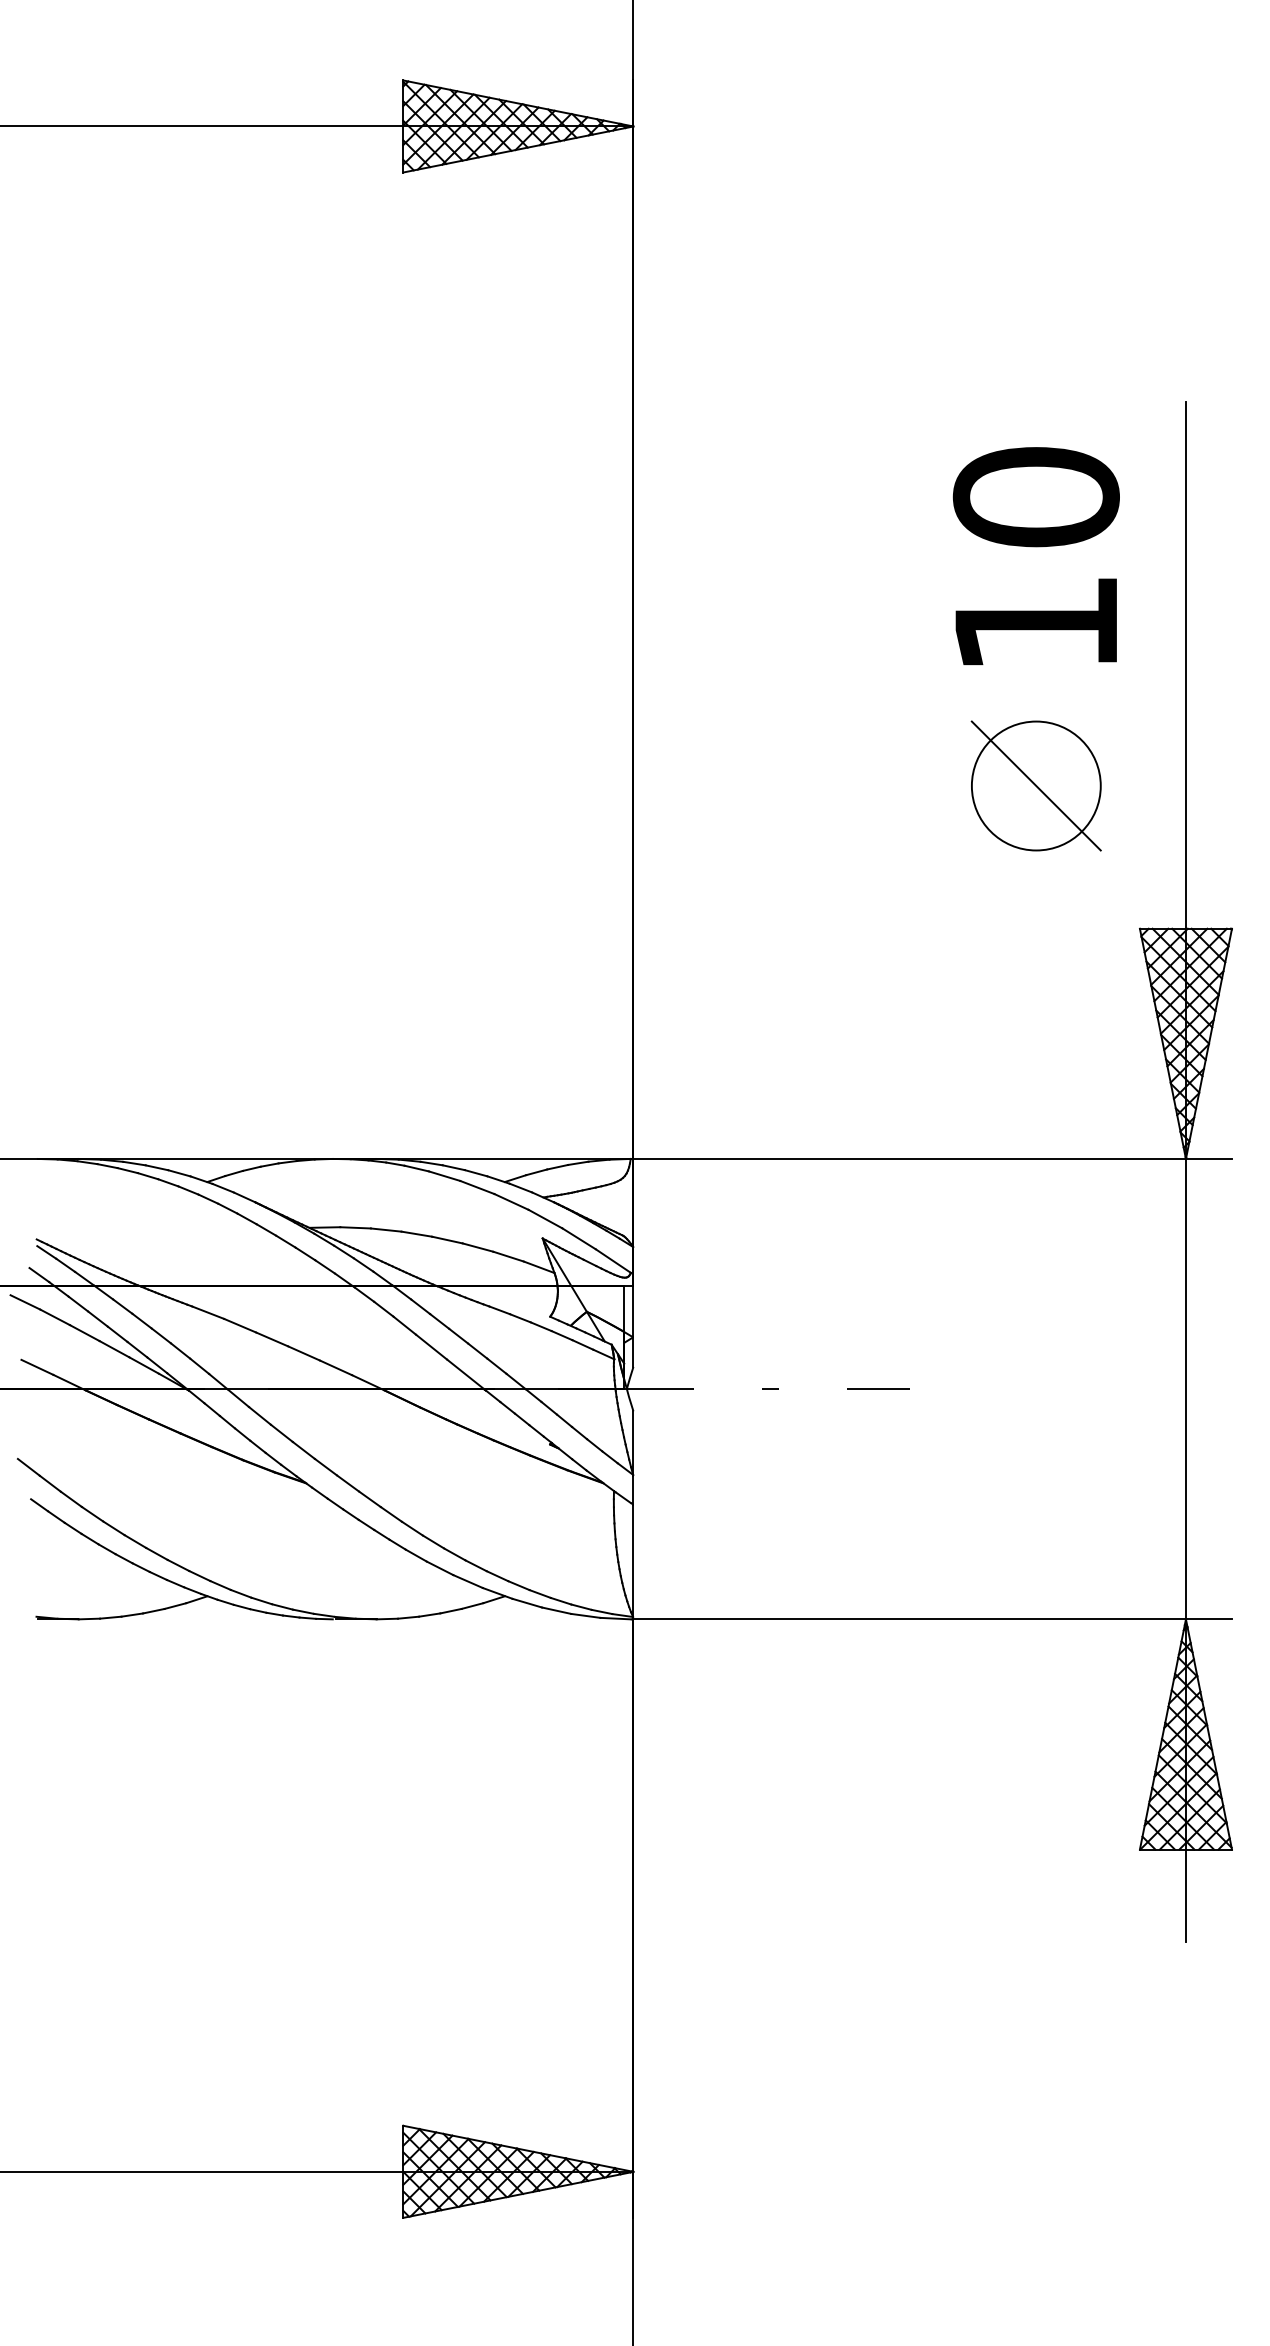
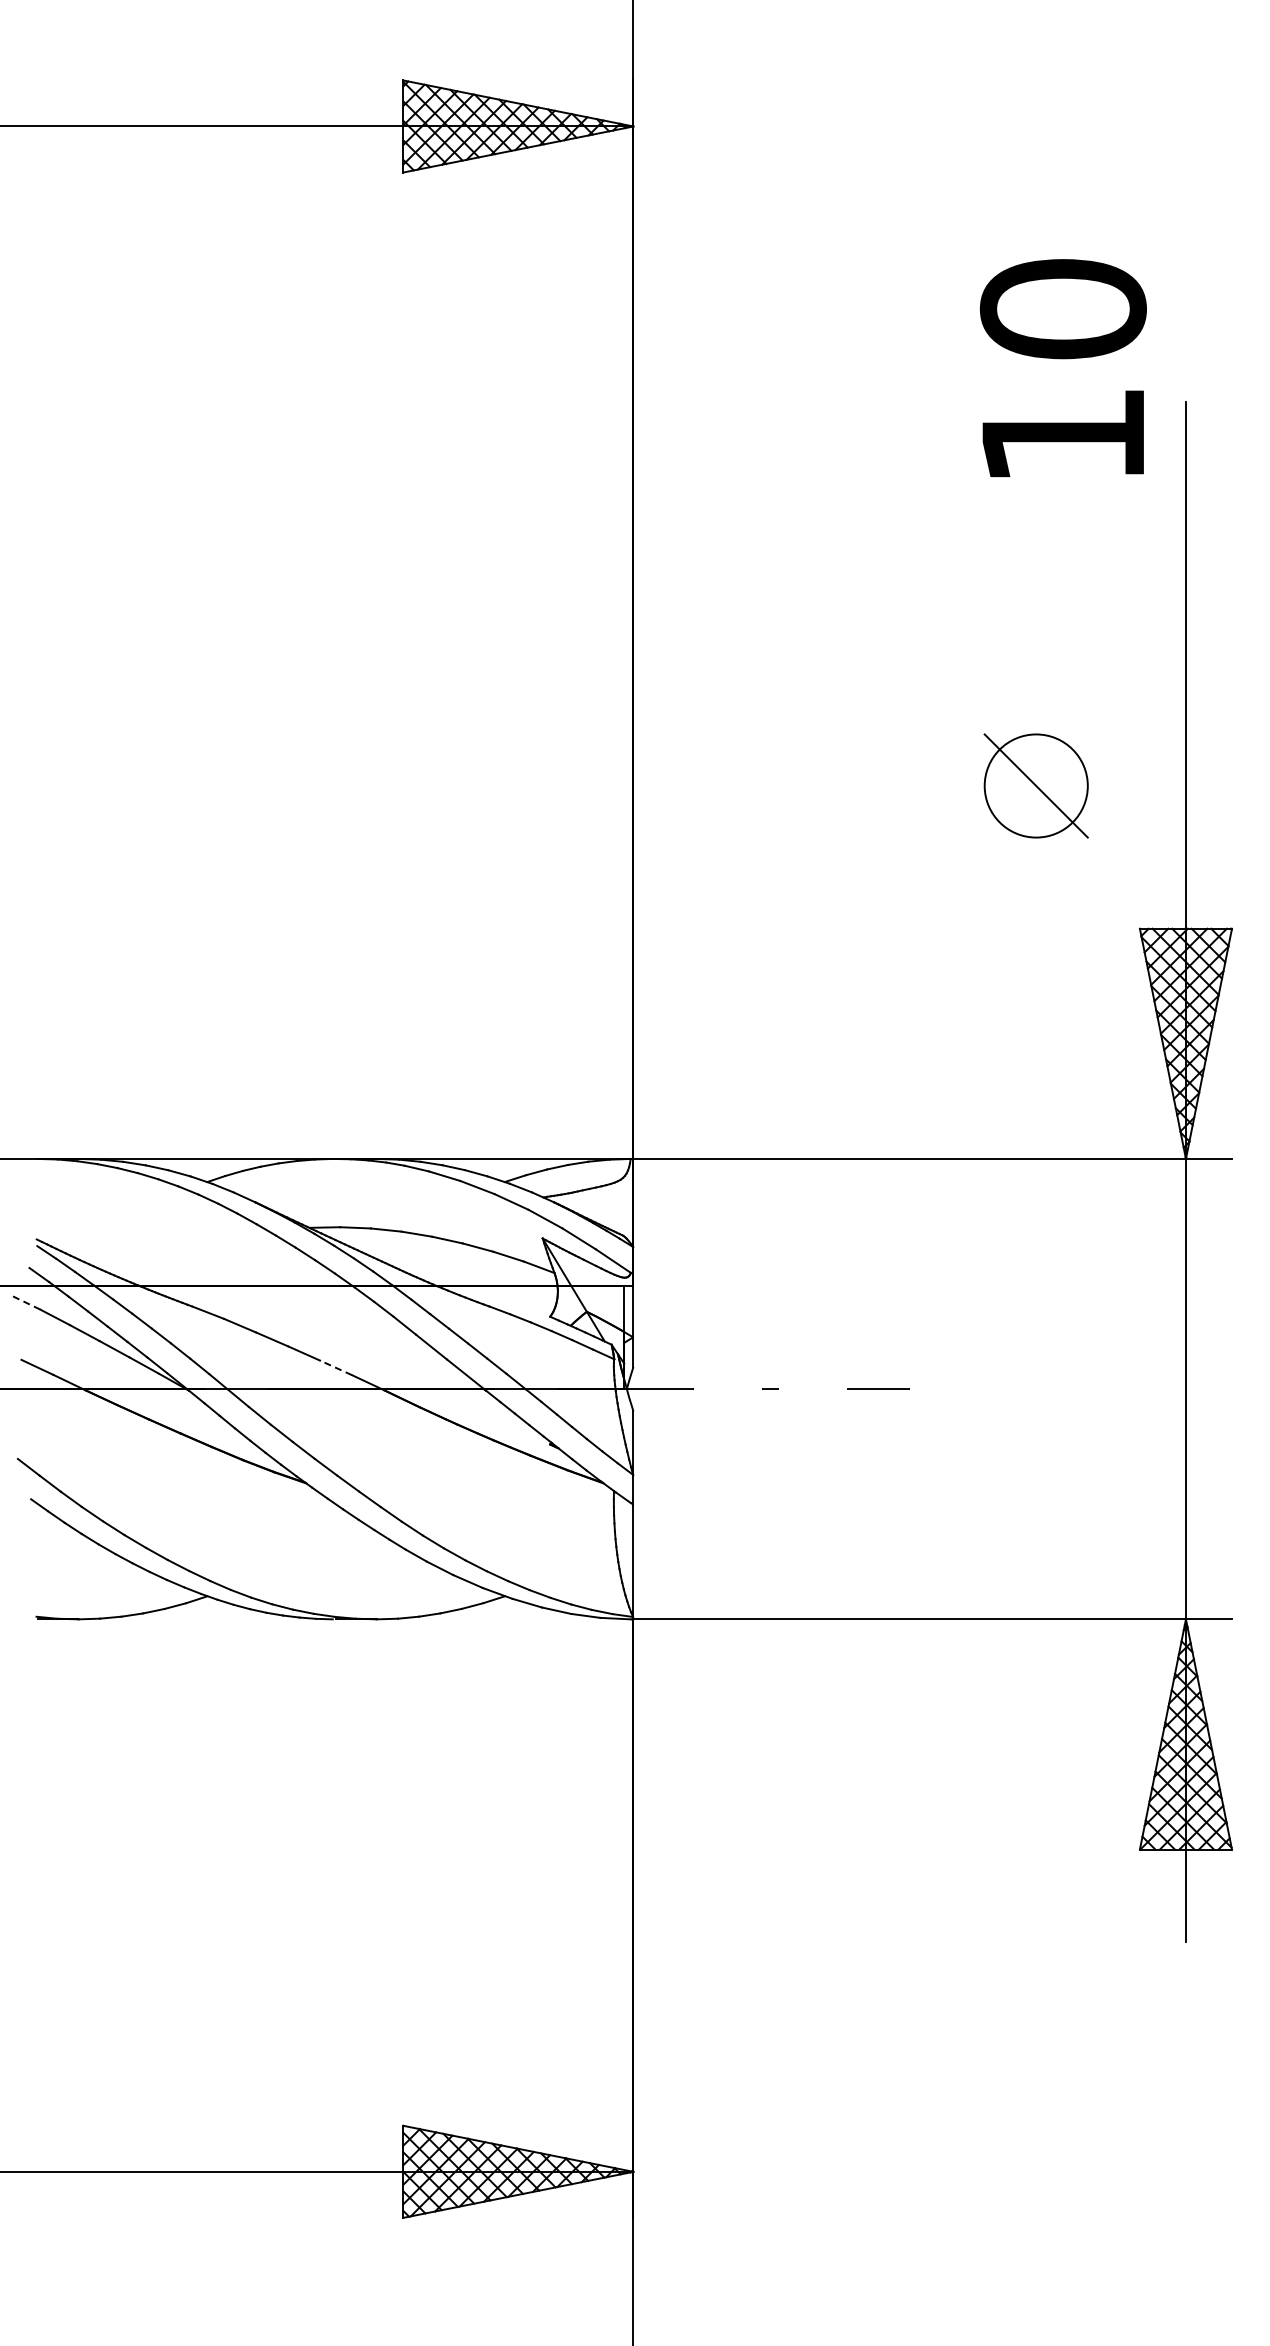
text at (1035, 555) position: (1035, 555) -> (1062, 367)
part at (1035, 785) size: 132x132 px -> 106x106 px
line at (24, 1302): solid -> dashed
line at (336, 1367): solid -> dashed
